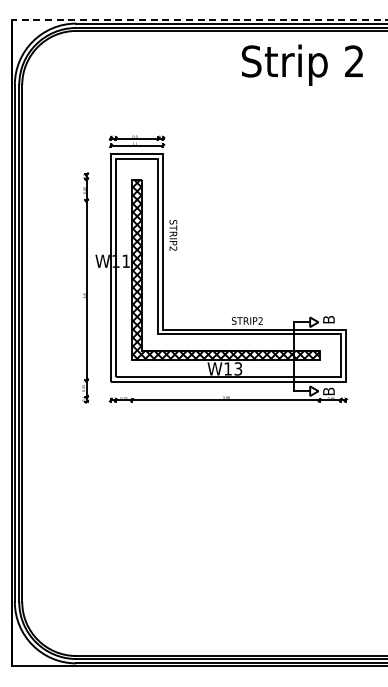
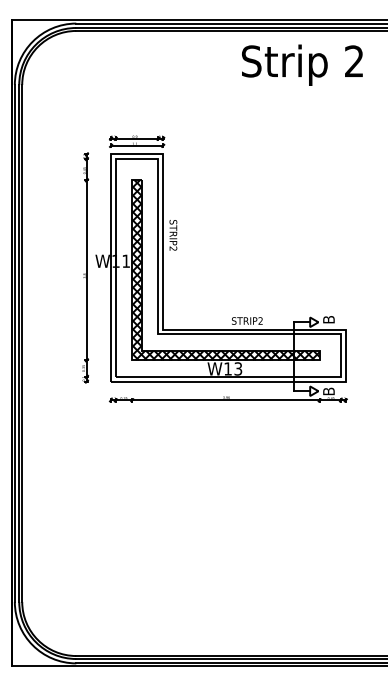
line at (199, 19): dashed -> solid
part at (85, 287) position: (85, 287) -> (85, 267)
